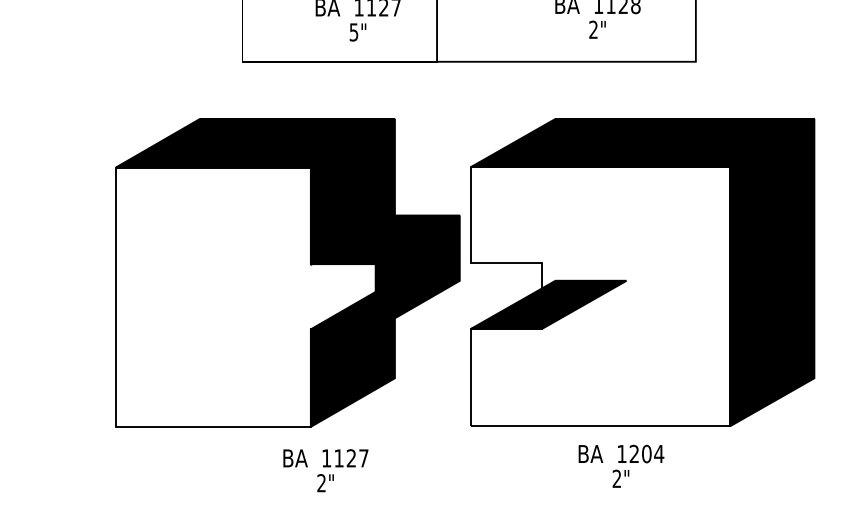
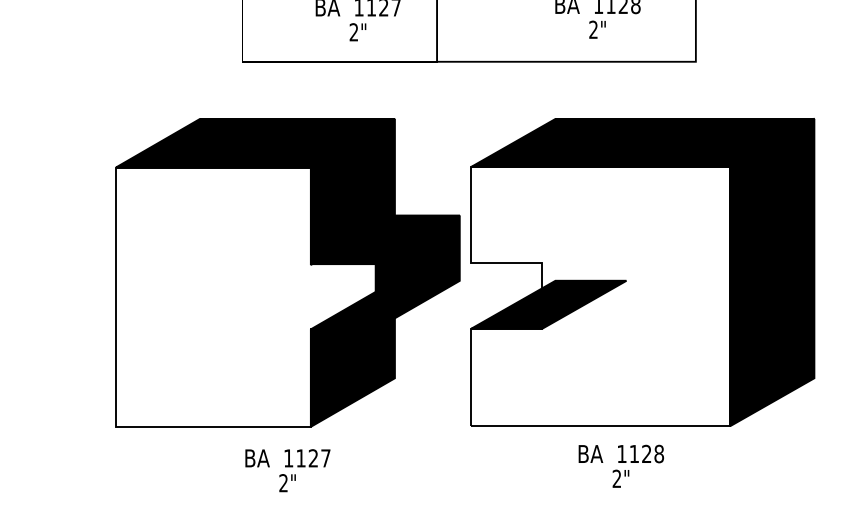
text at (353, 32): 5" -> 2"
text at (646, 453): 1204 -> 1128
text at (325, 470) position: (325, 470) -> (287, 470)
